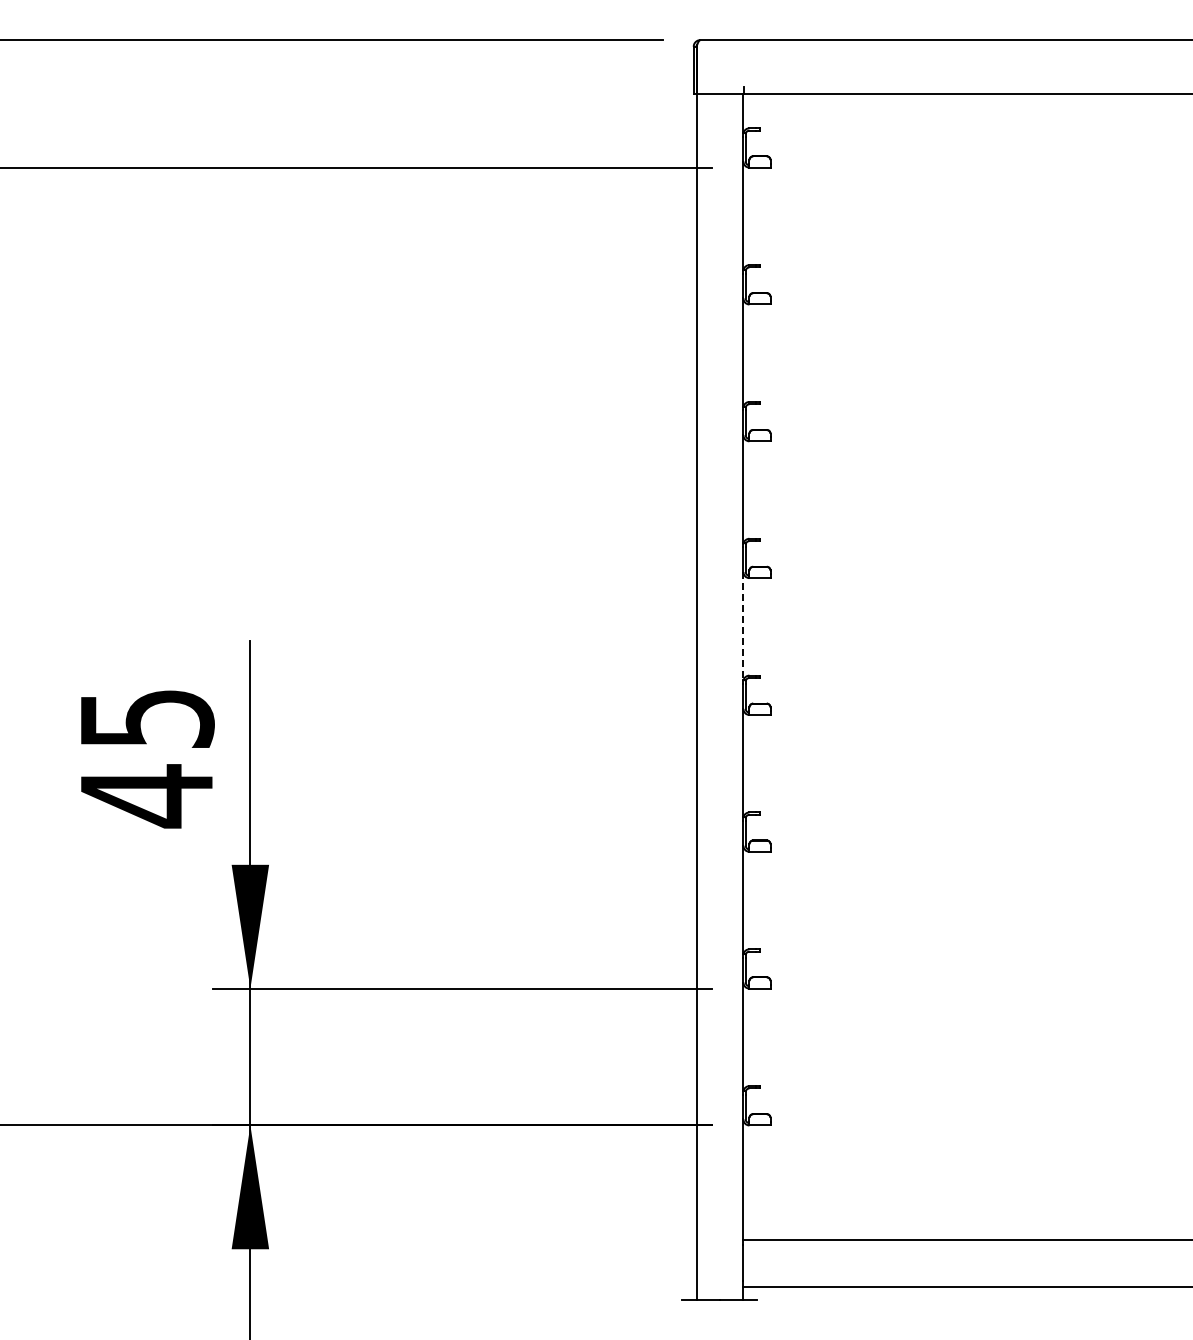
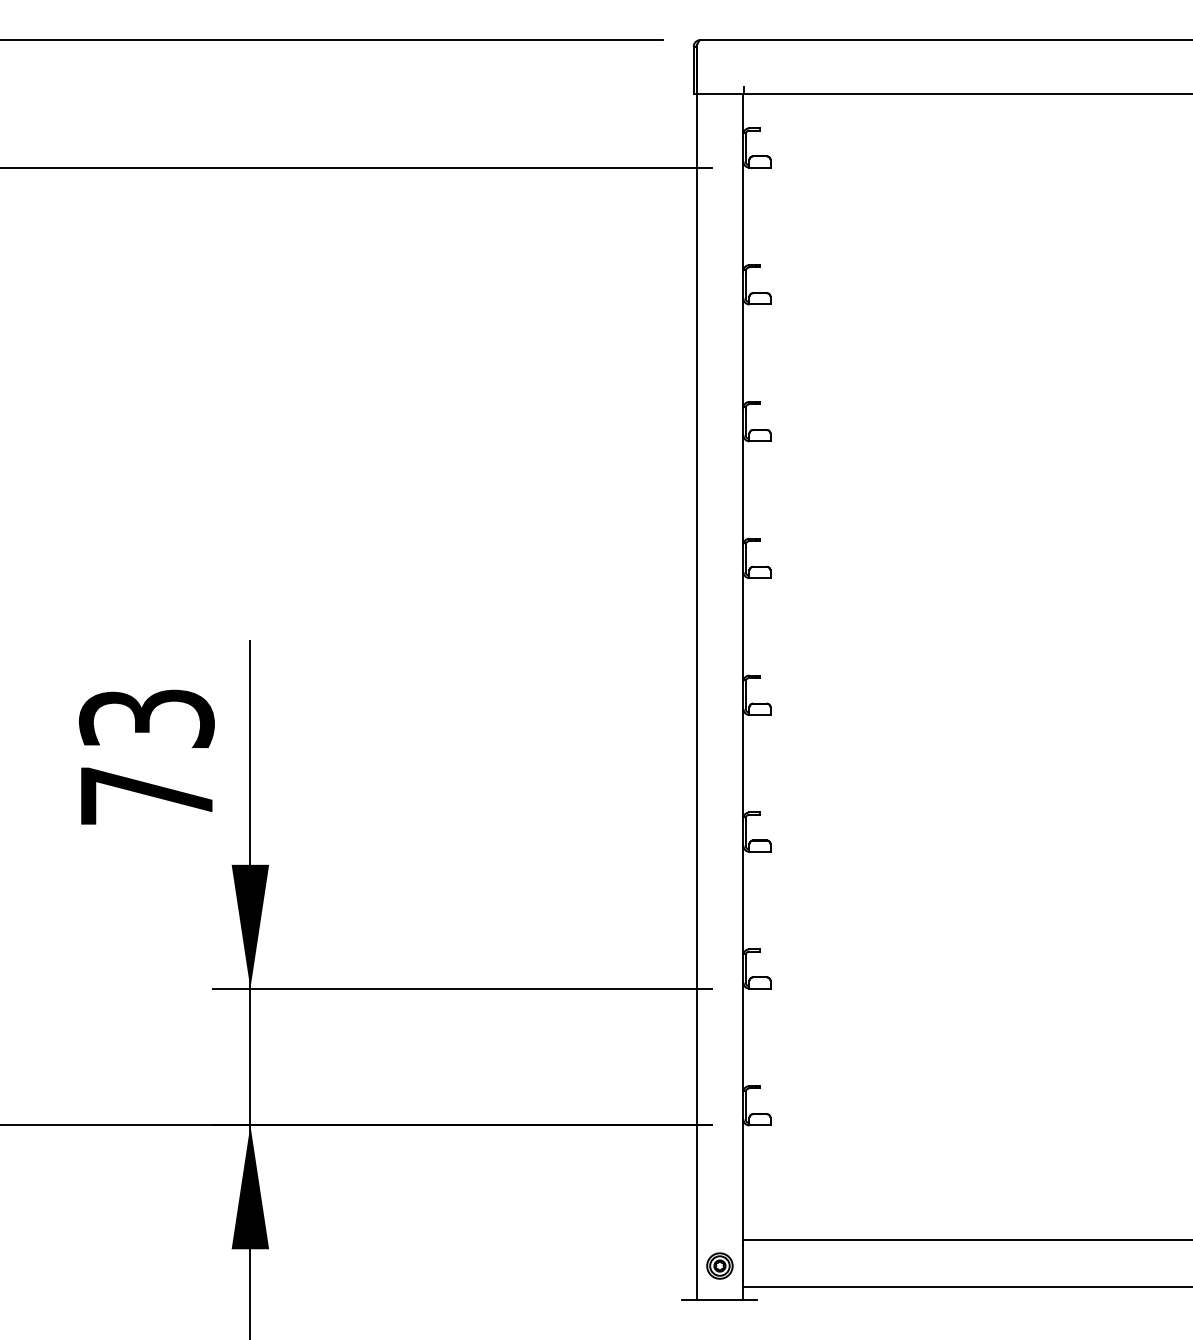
line at (743, 626): dashed -> solid
text at (146, 758): 45 -> 73
part at (719, 1265): none -> present
